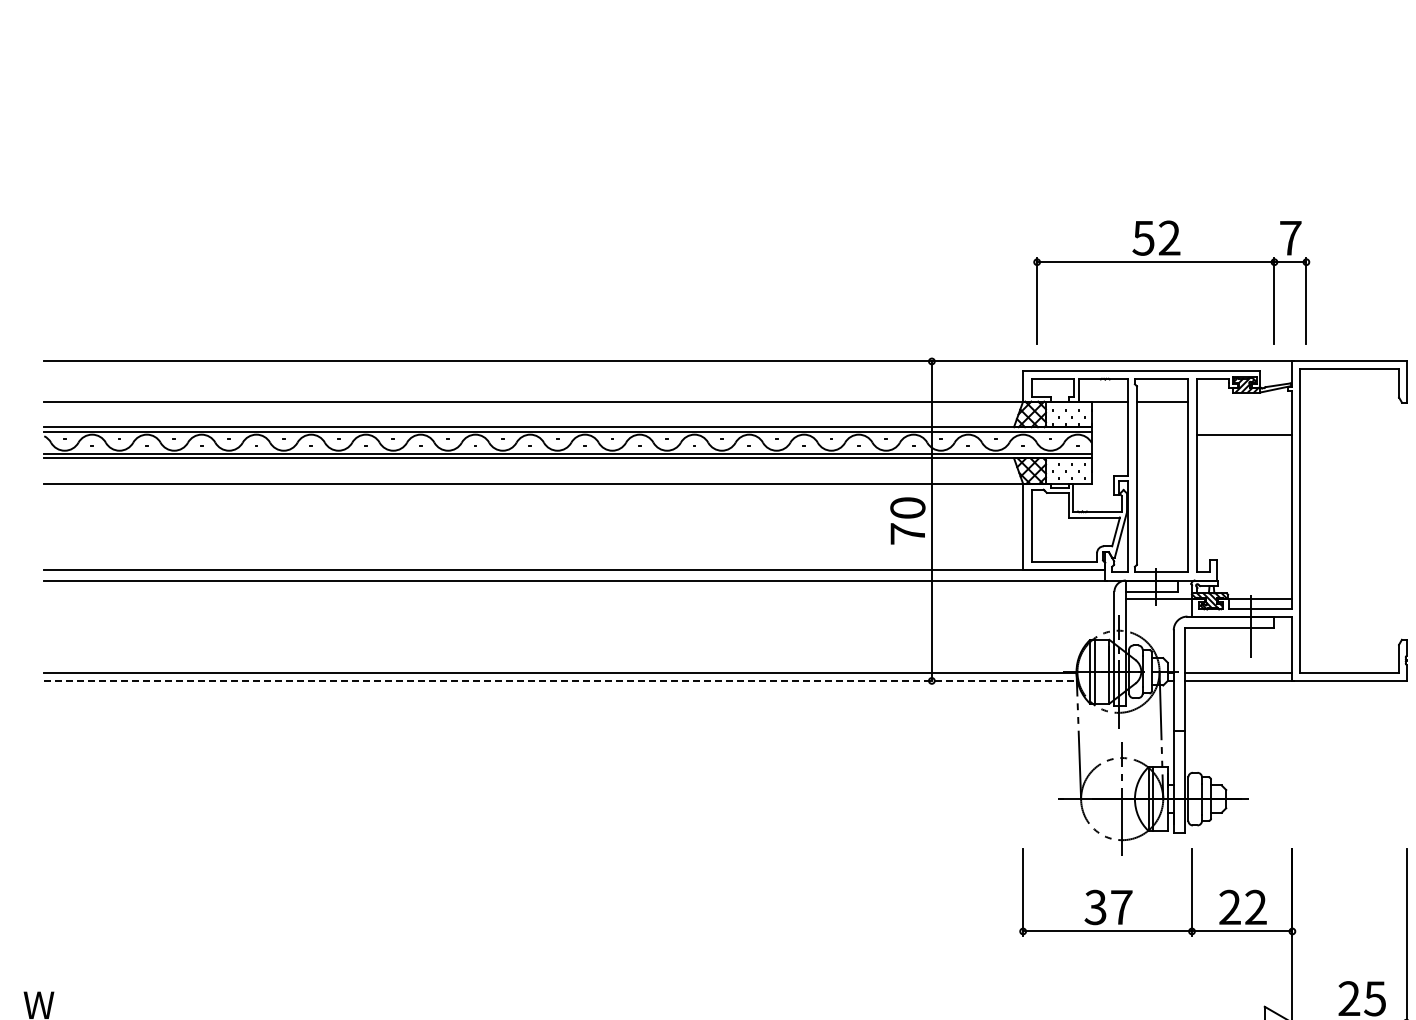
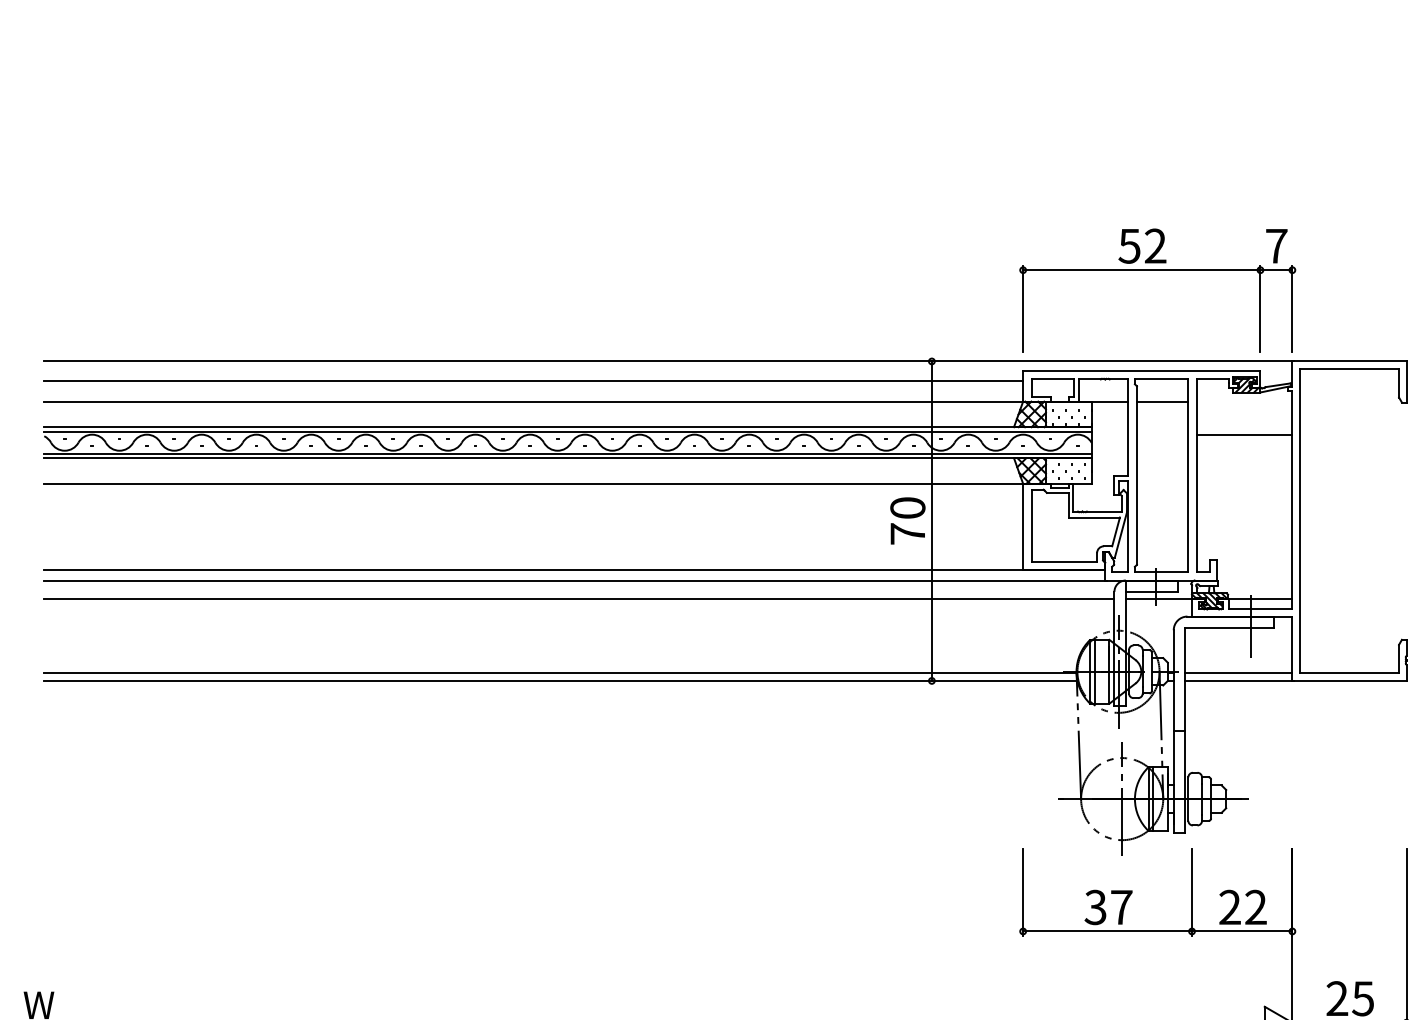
part at (1171, 262) position: (1171, 262) -> (1157, 270)
line at (533, 380): none -> present
line at (579, 598): none -> present
line at (561, 680): dashed -> solid
text at (1361, 998) position: (1361, 998) -> (1349, 998)
